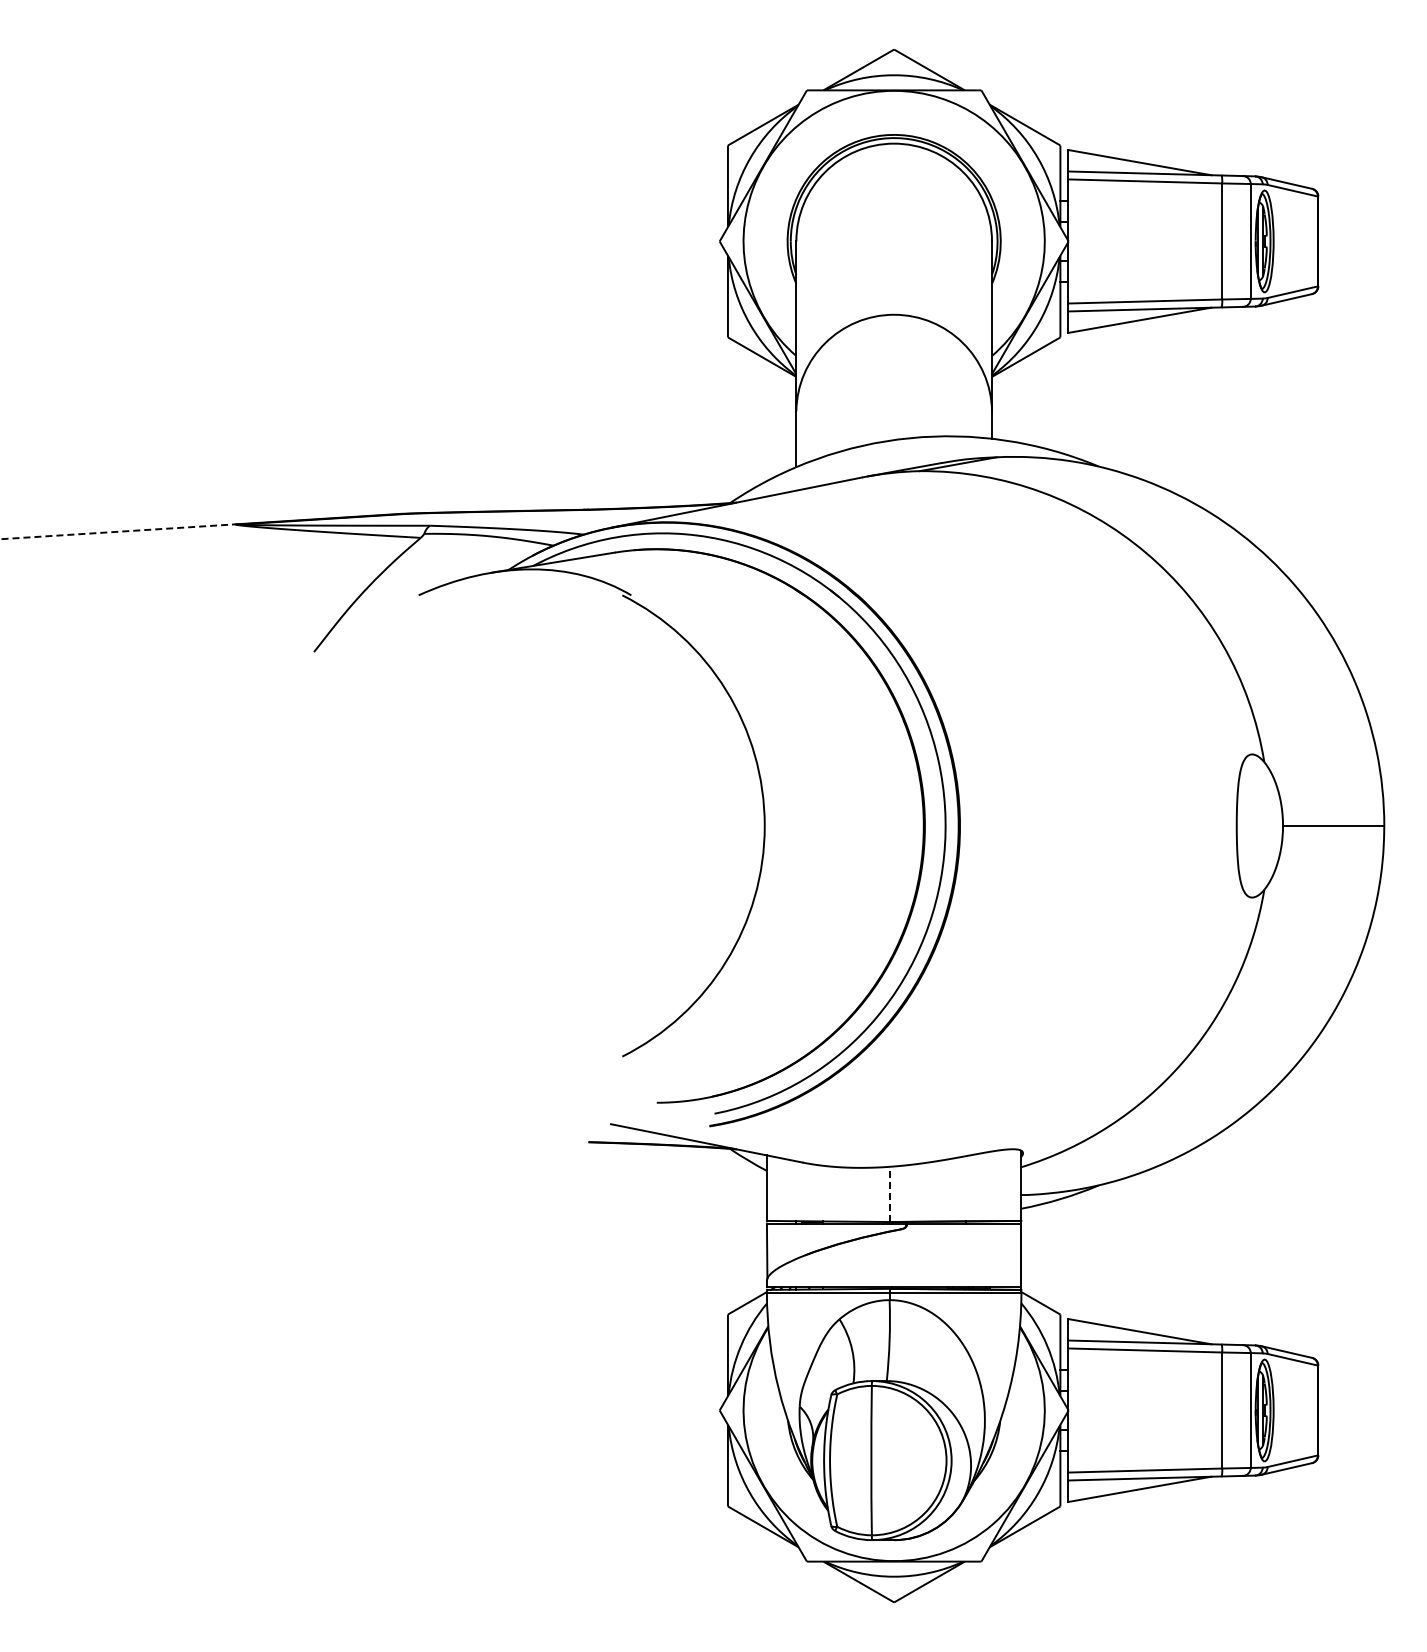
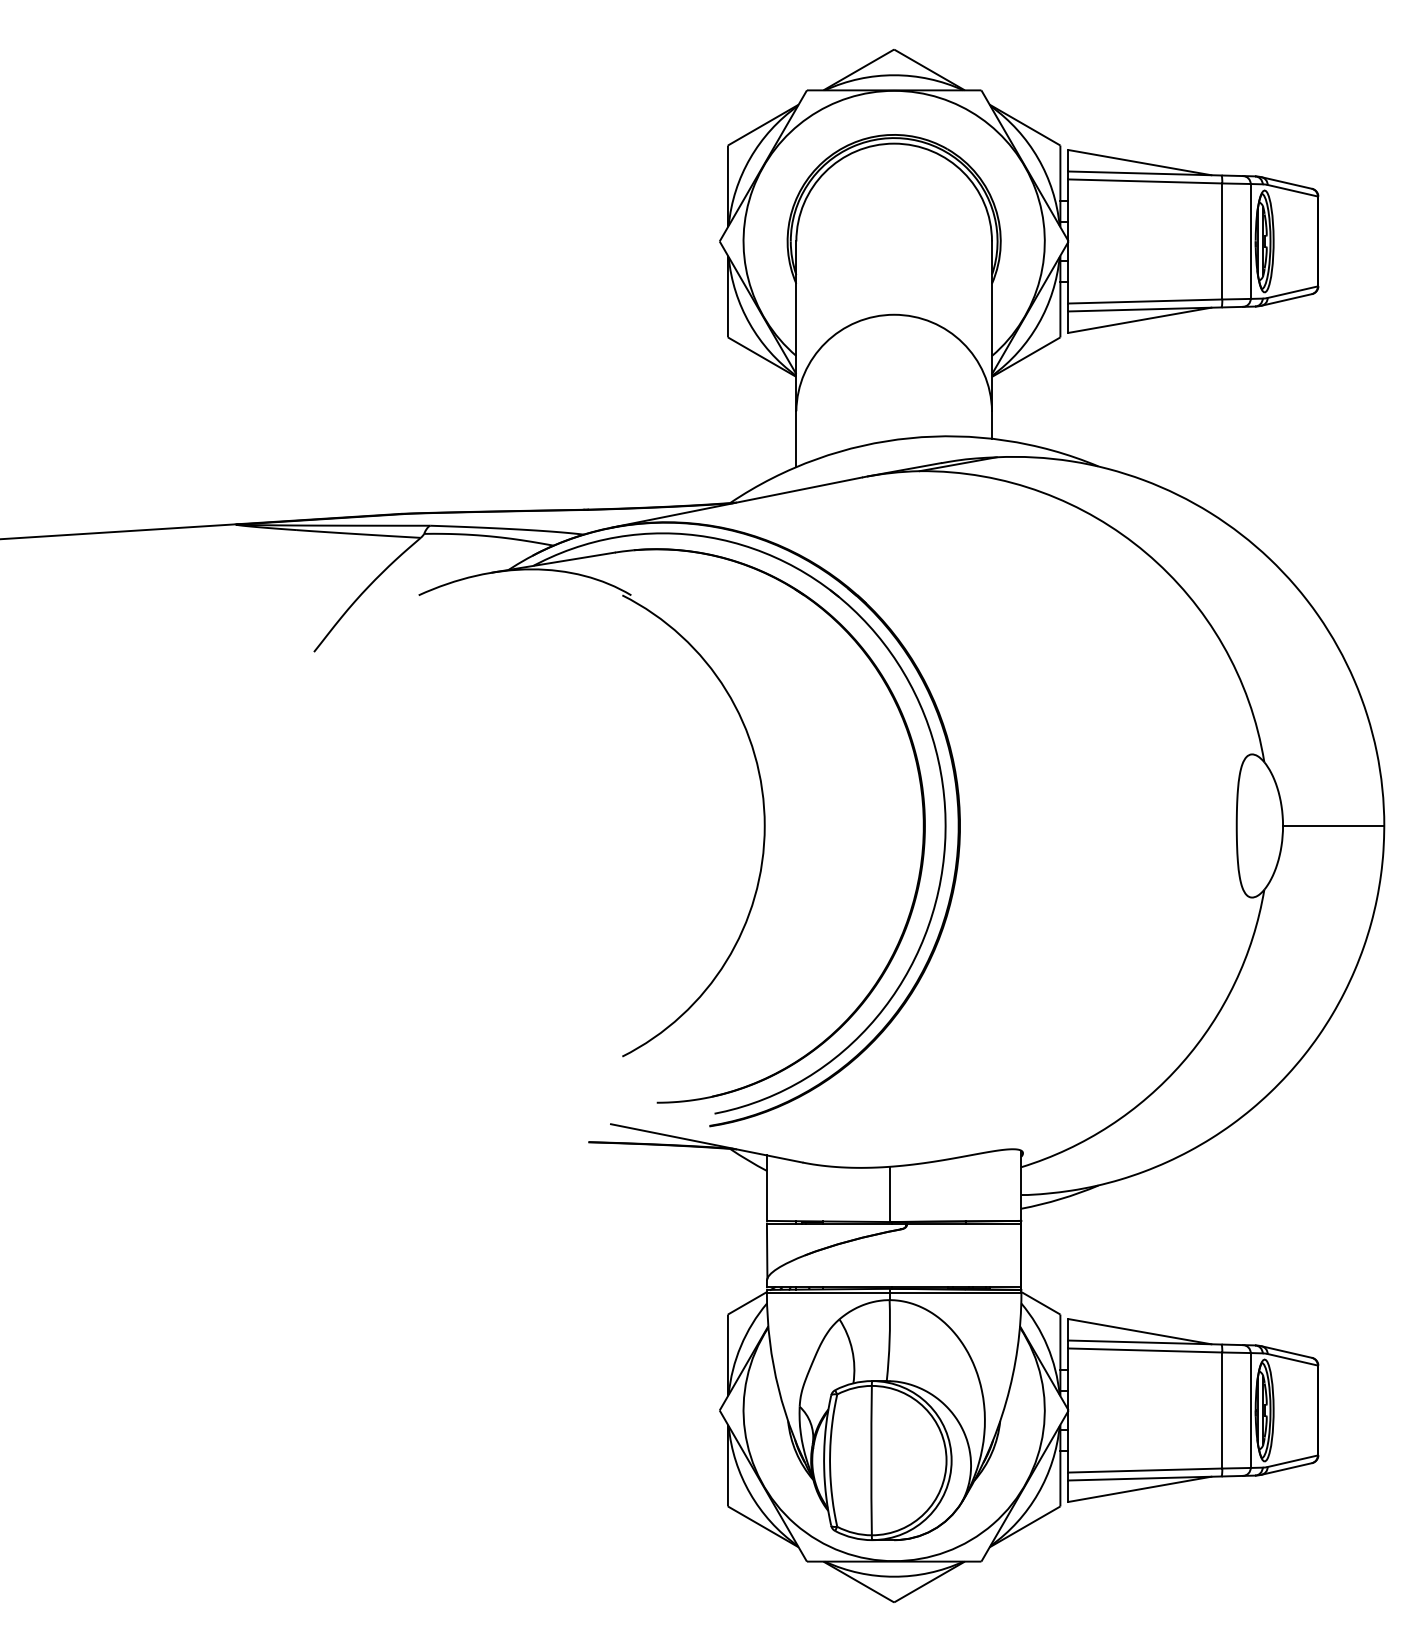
line at (118, 531): dashed -> solid
line at (889, 1194): dashed -> solid
